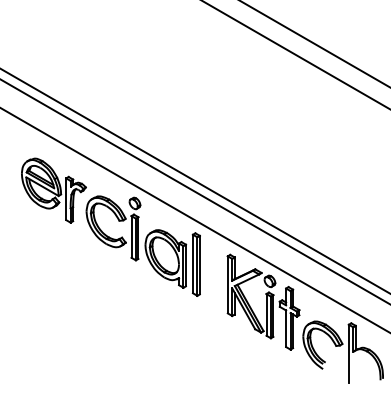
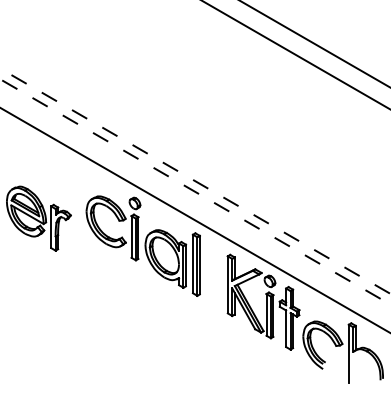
line at (195, 181): solid -> dashed
part at (53, 190) position: (53, 190) -> (38, 218)
line at (195, 191): solid -> dashed
